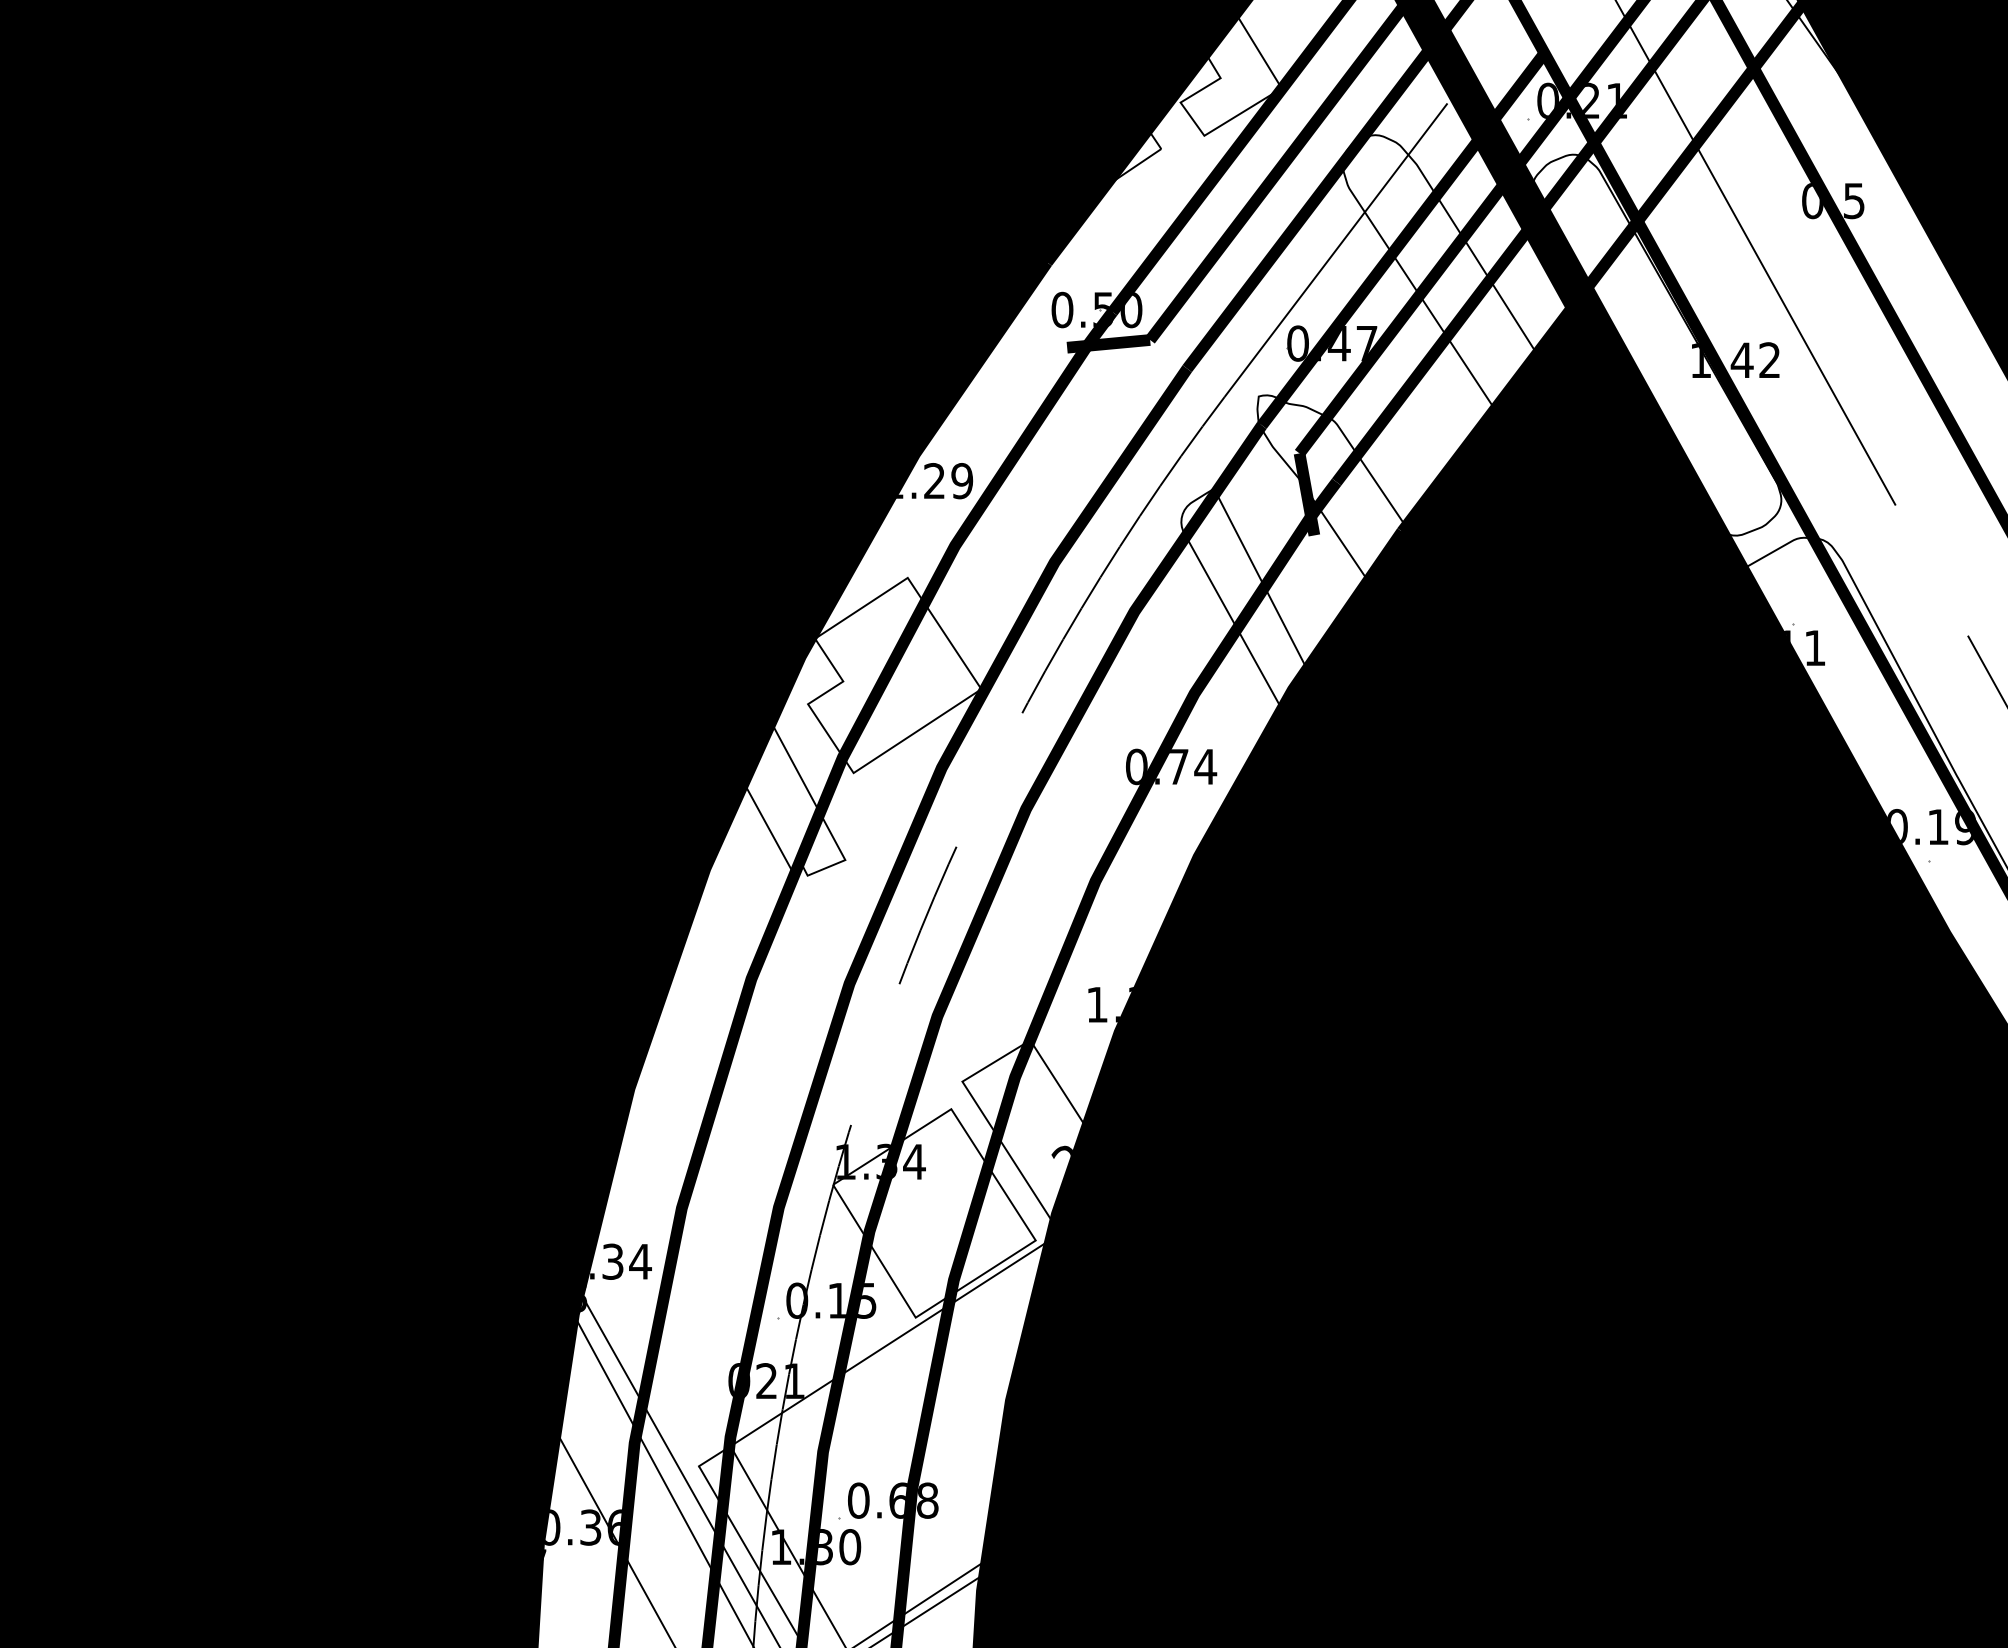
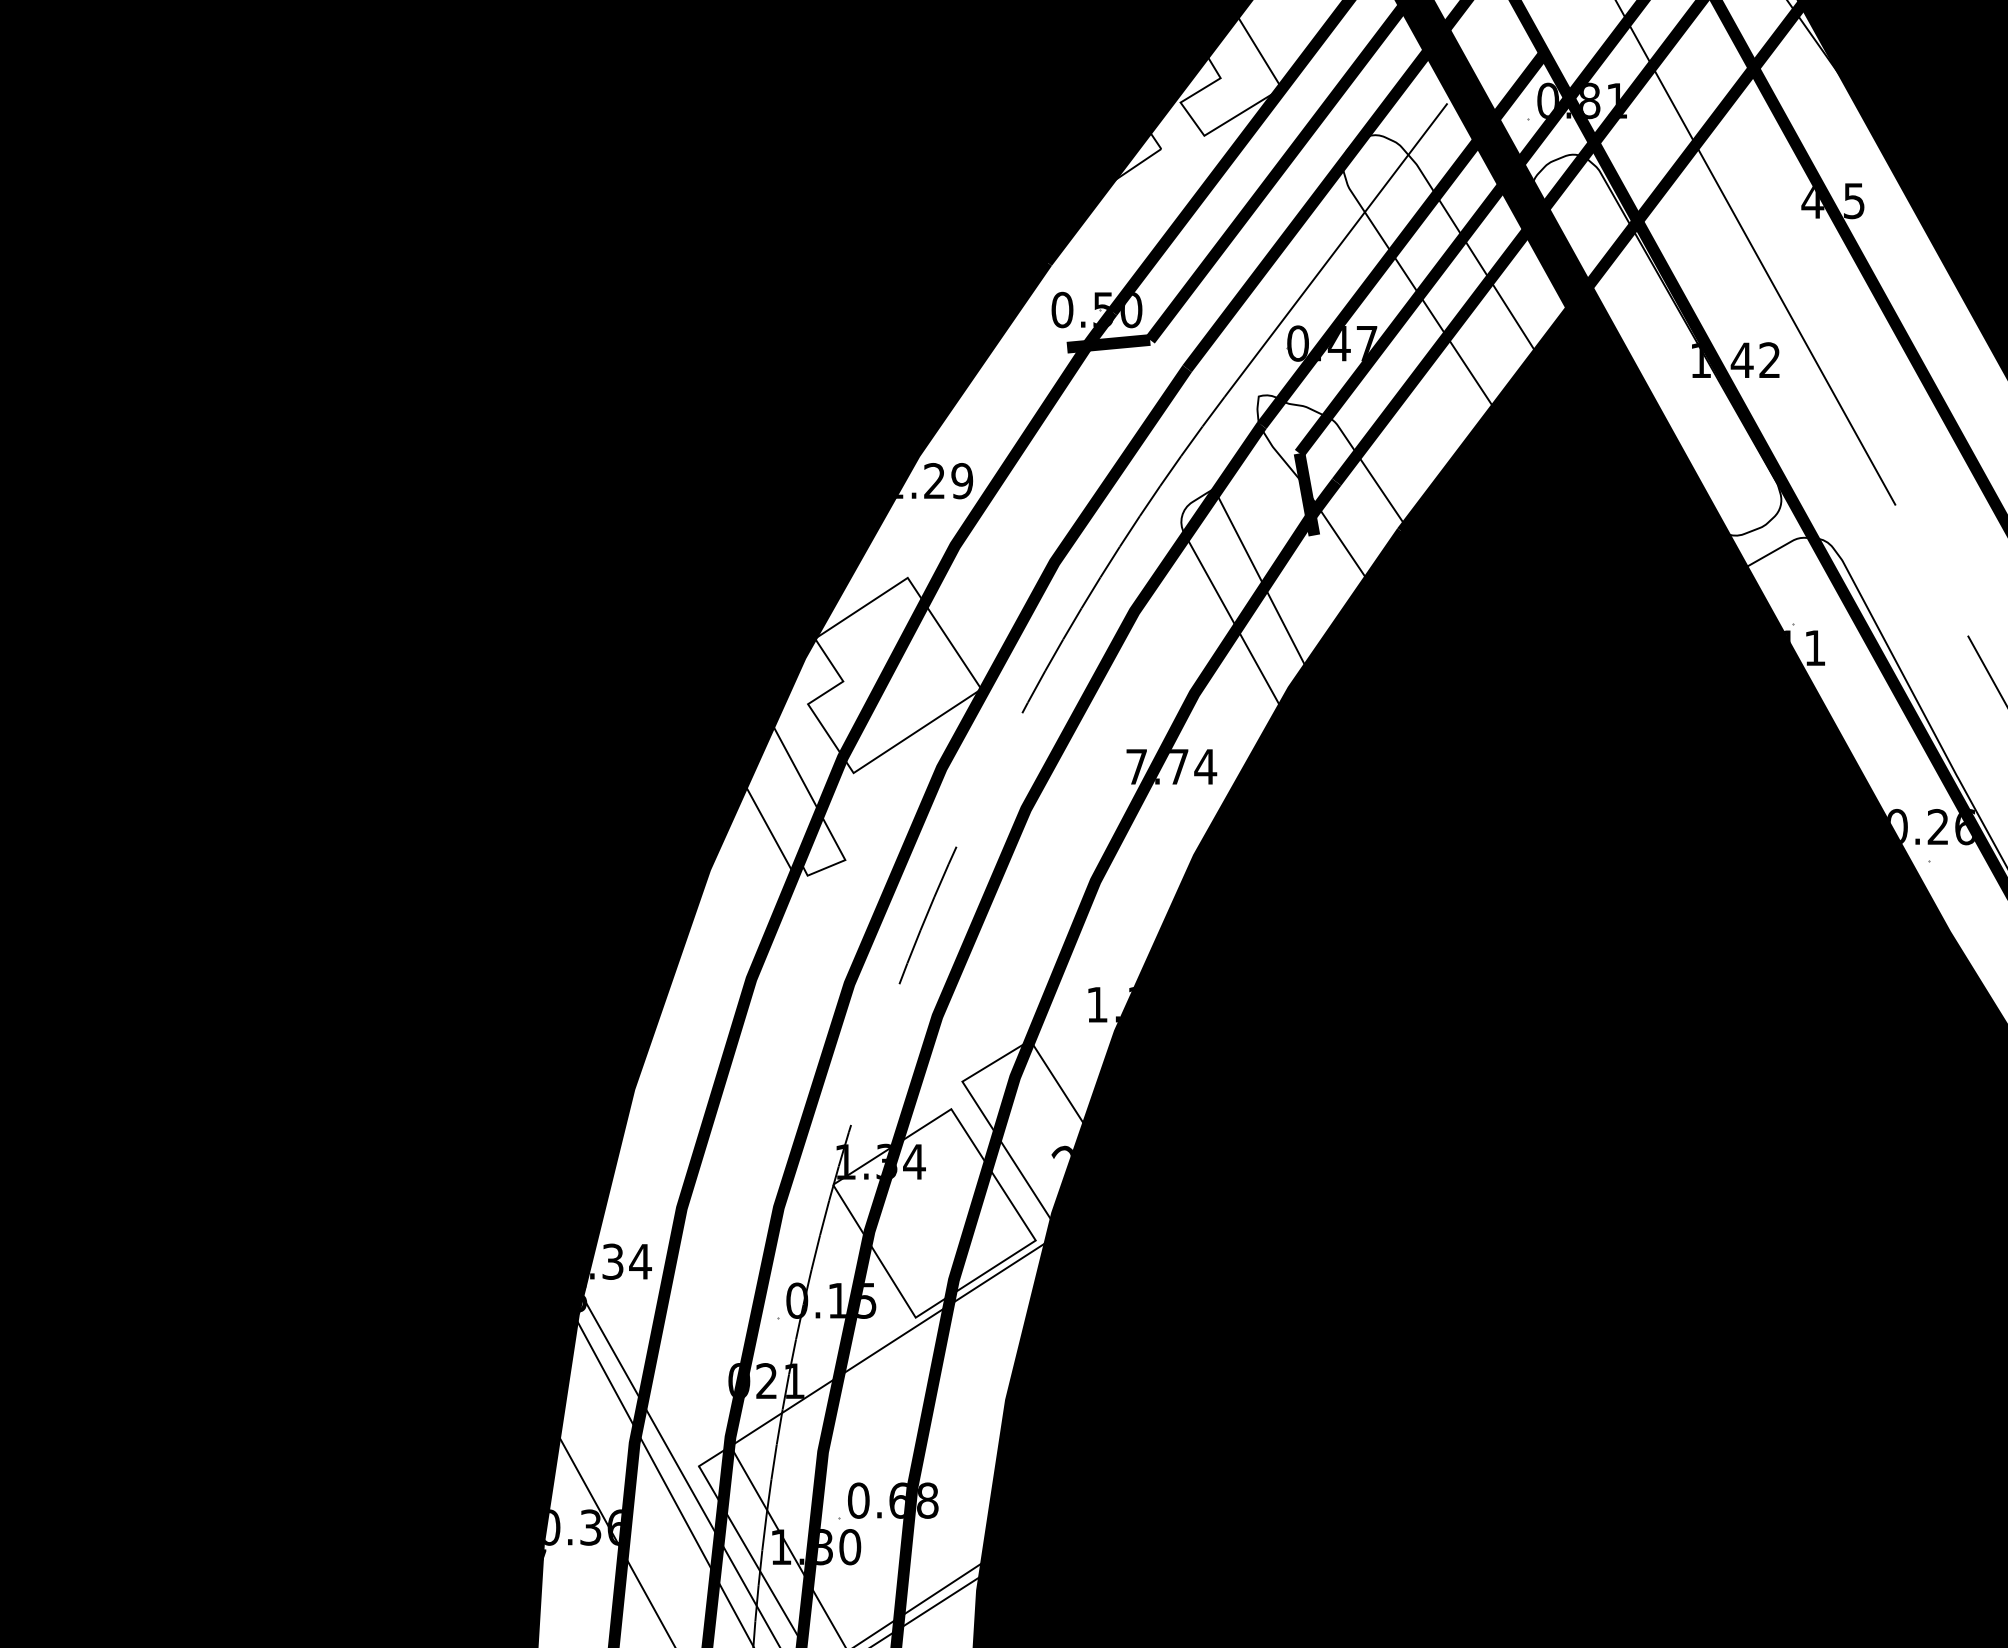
text at (1589, 100): 0.21 -> 0.81
text at (1812, 201): 0.5 -> 4.5
text at (1136, 766): 0.74 -> 7.74
text at (1951, 827): 0.19 -> 0.26
